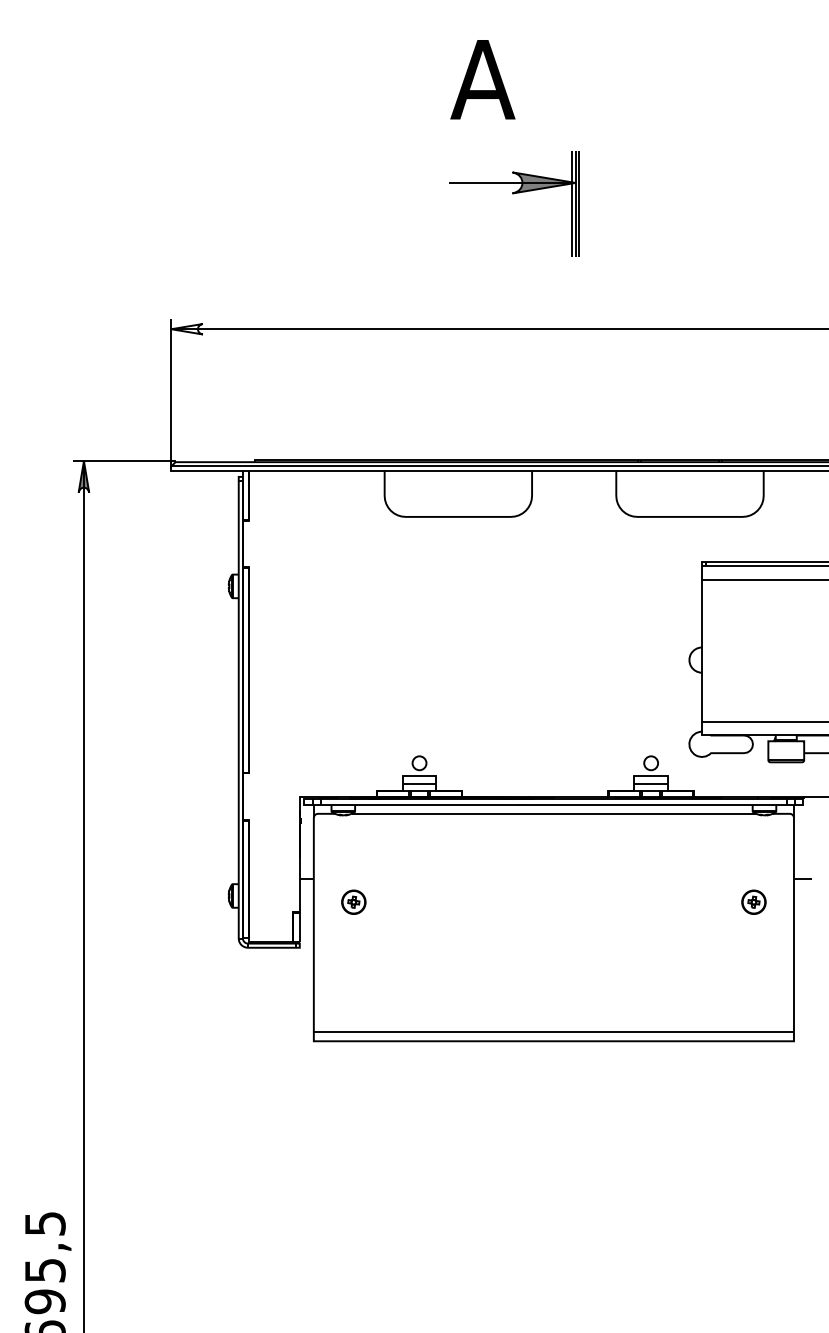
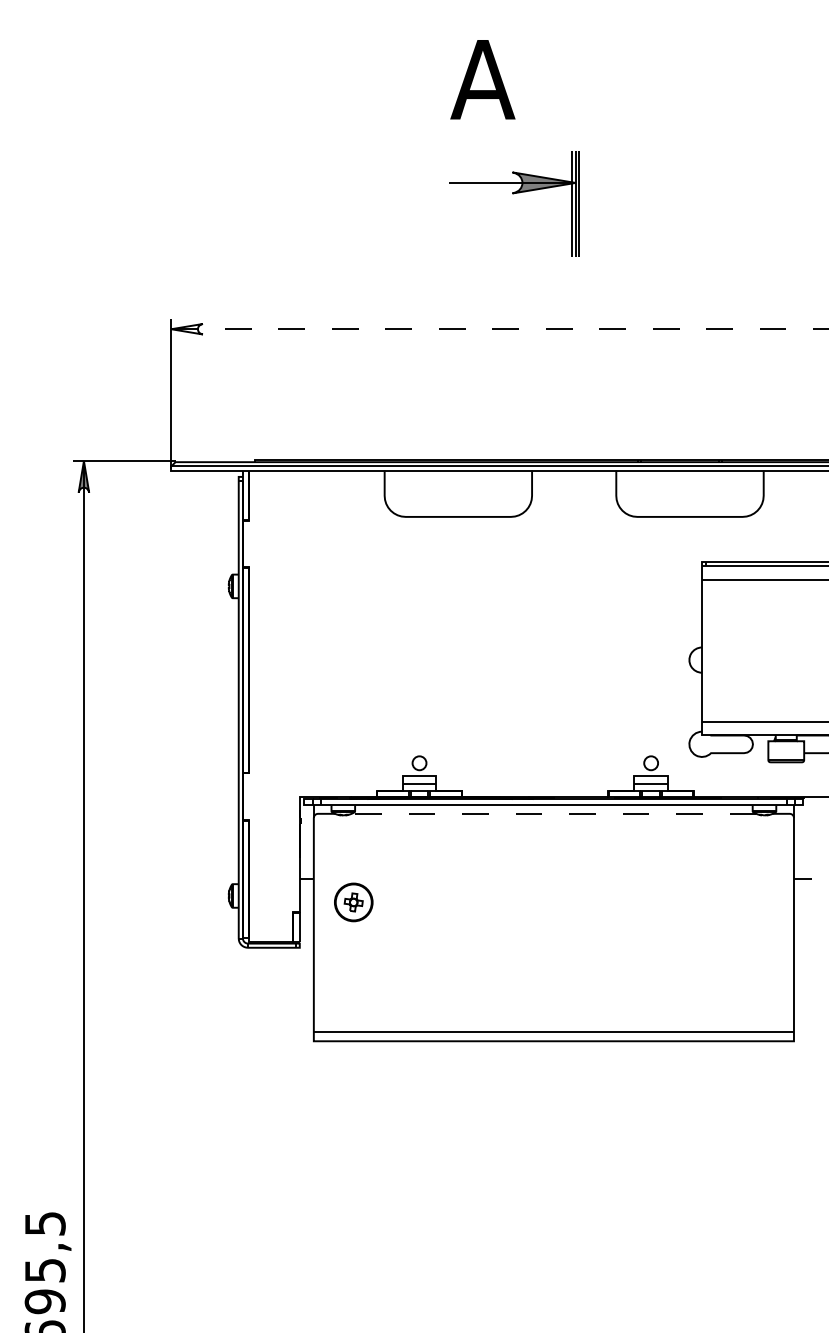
line at (500, 329): solid -> dashed
line at (553, 813): solid -> dashed
part at (353, 901) size: 26x26 px -> 40x41 px
part at (753, 901): present -> none
